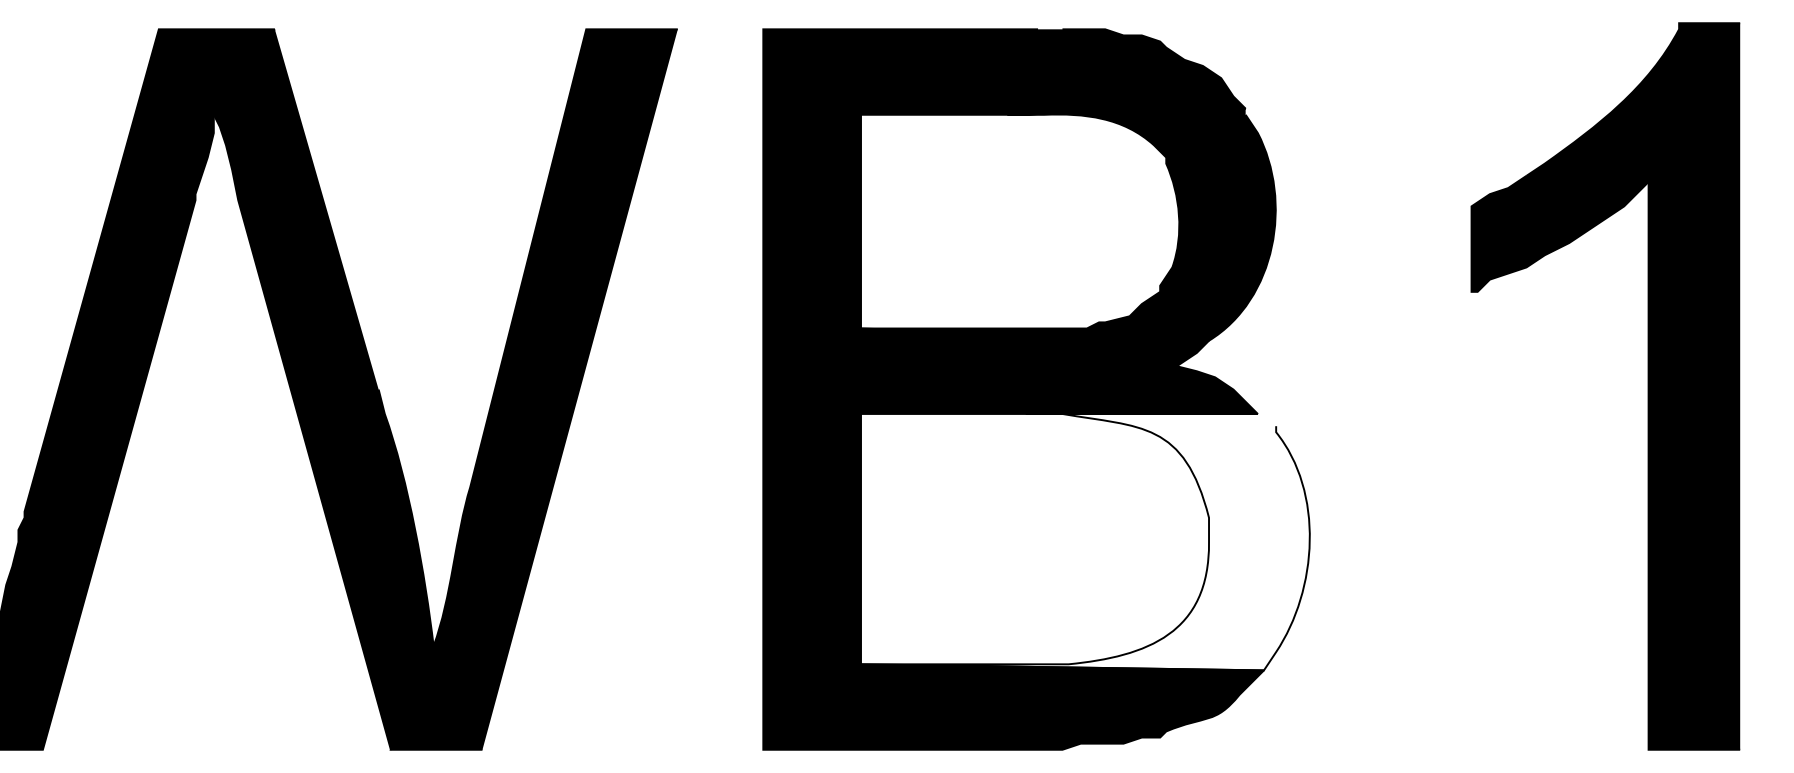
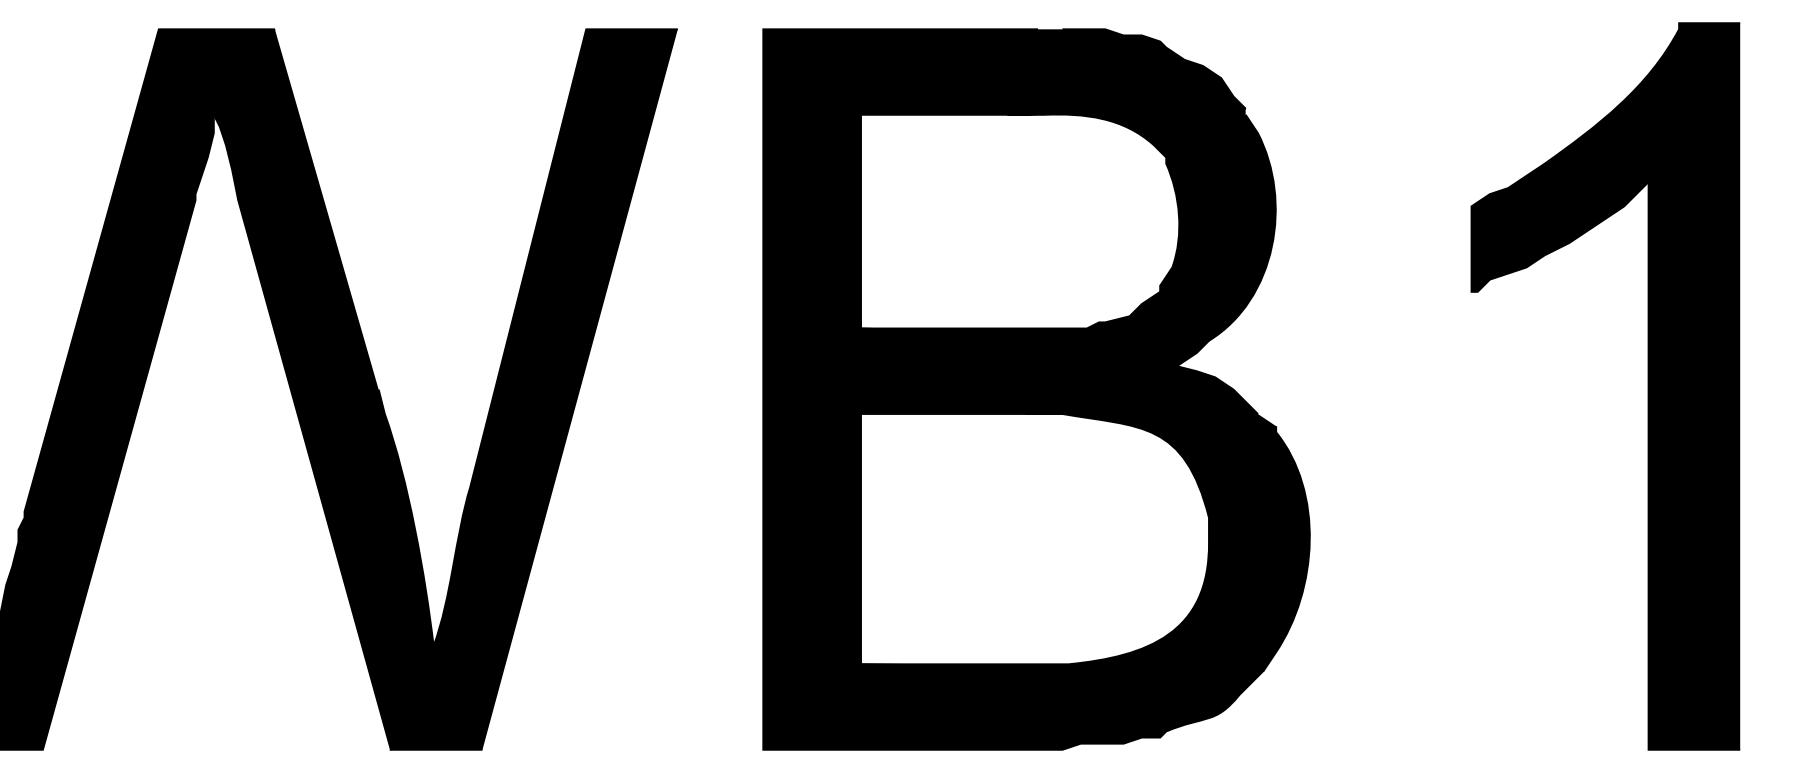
fill at (1085, 541): none -> present
